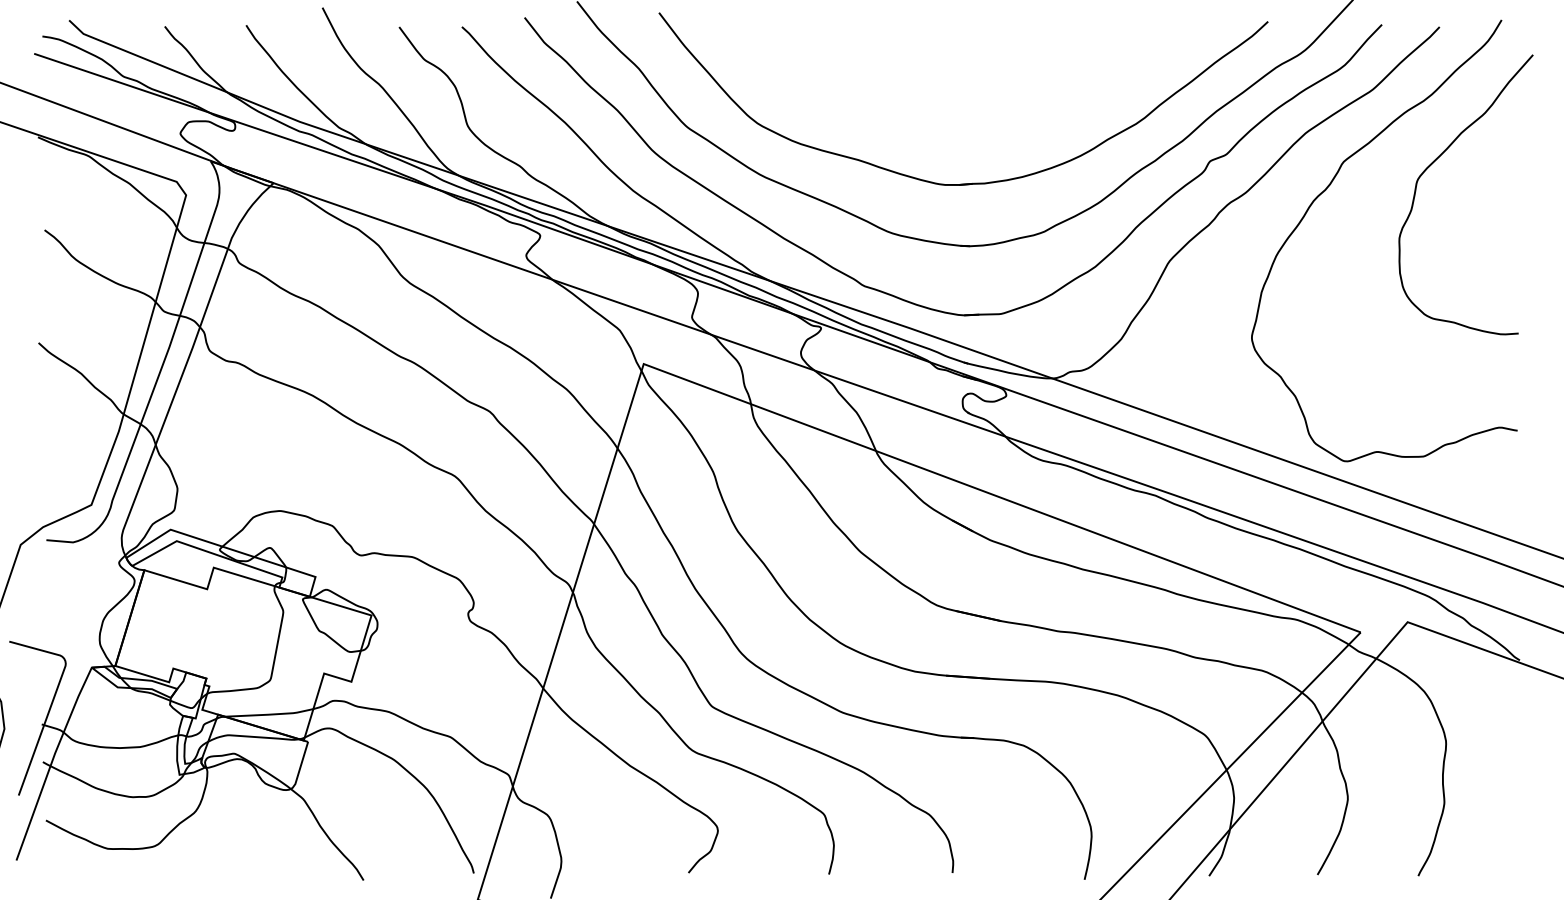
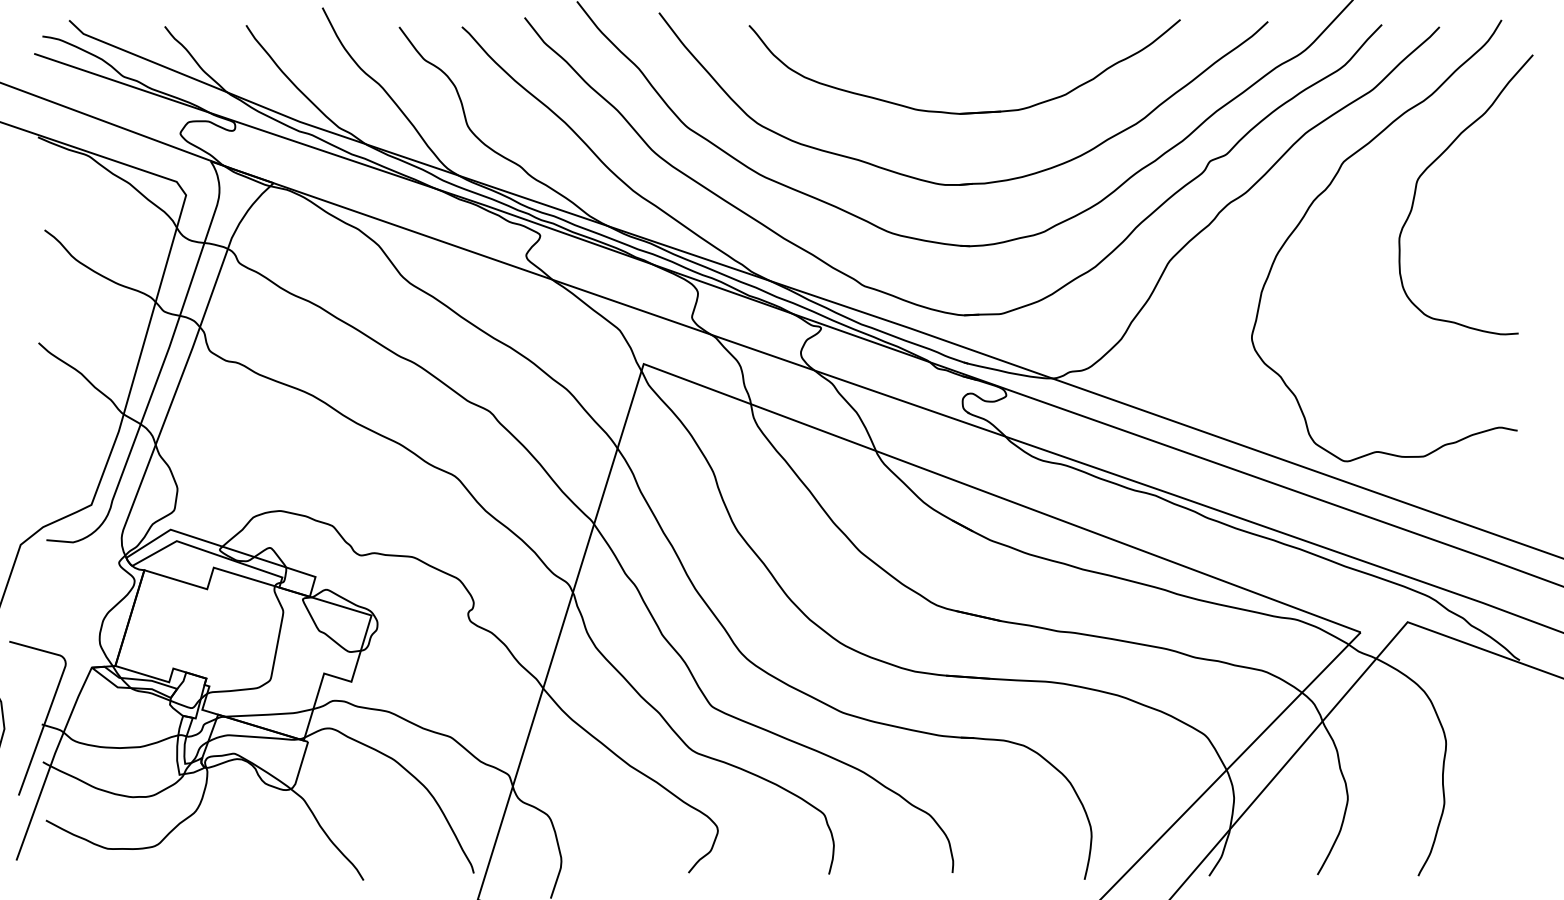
part at (964, 112): none -> present
